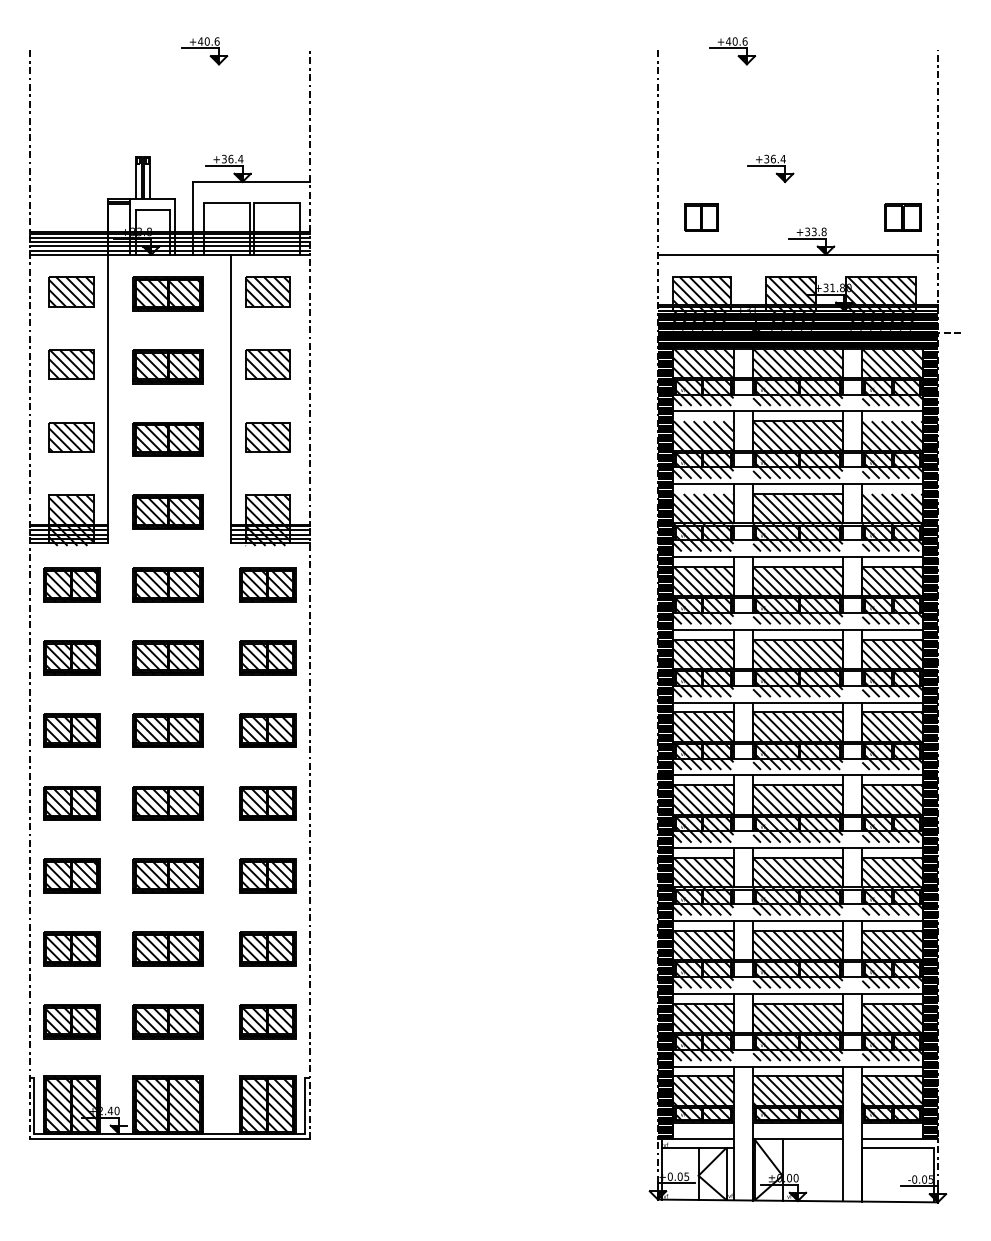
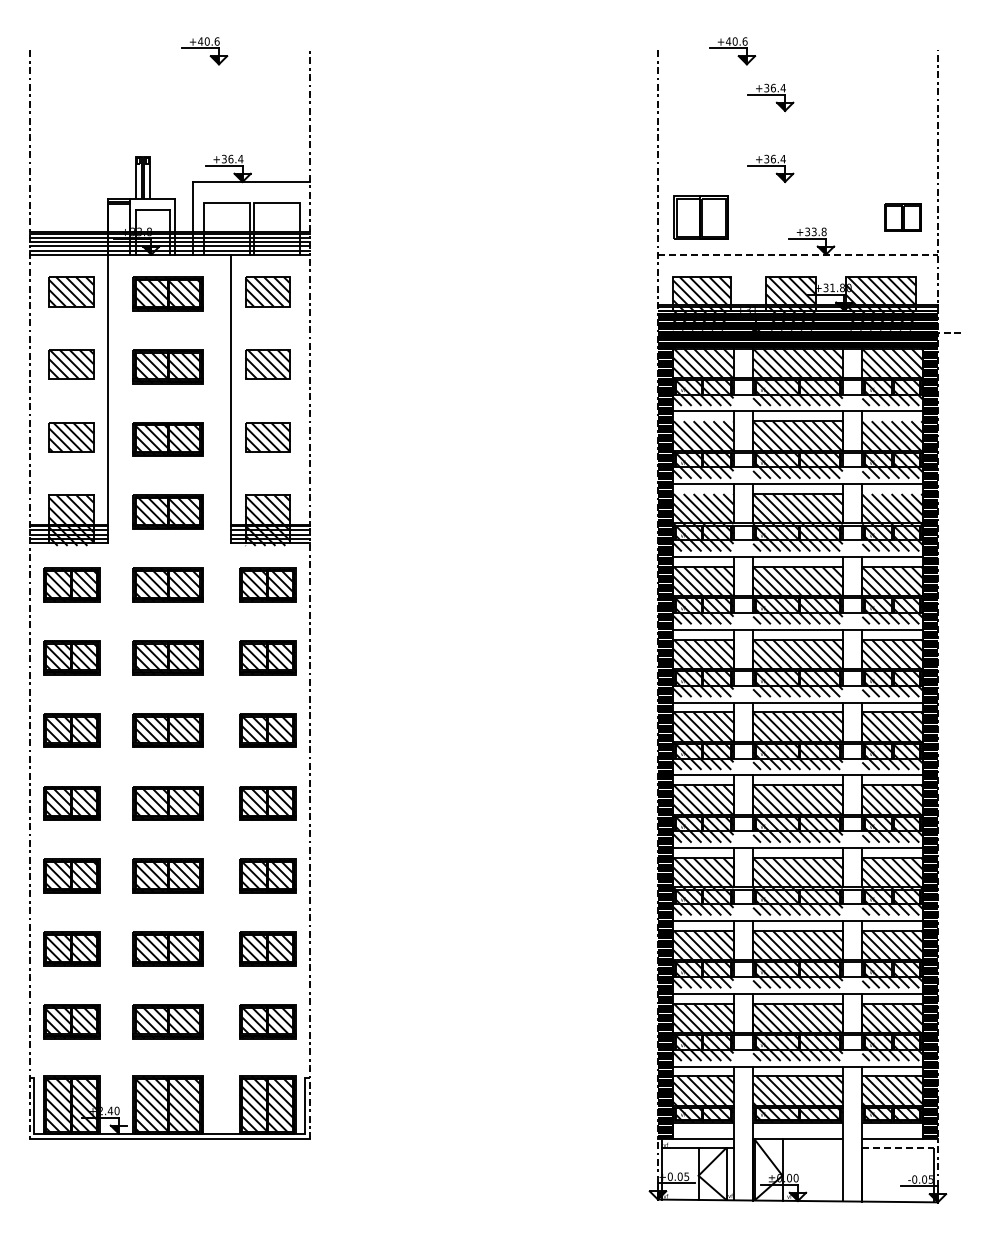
part at (770, 97): none -> present
part at (701, 217) size: 35x29 px -> 56x45 px
line at (797, 254): solid -> dashed
line at (898, 1147): solid -> dashed
